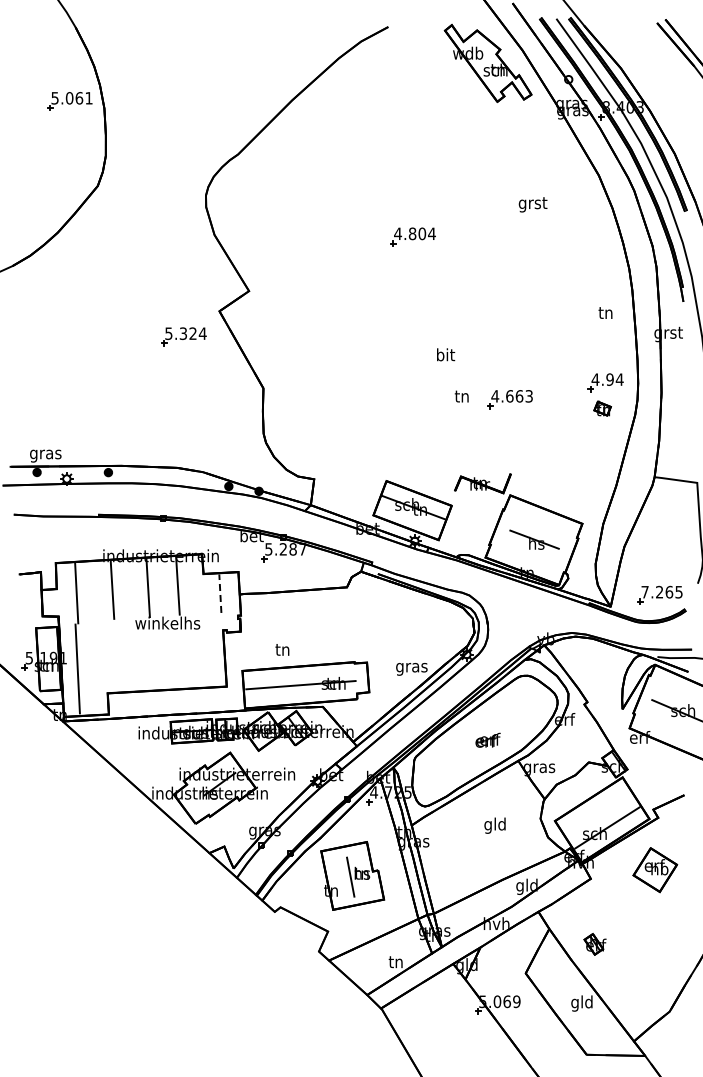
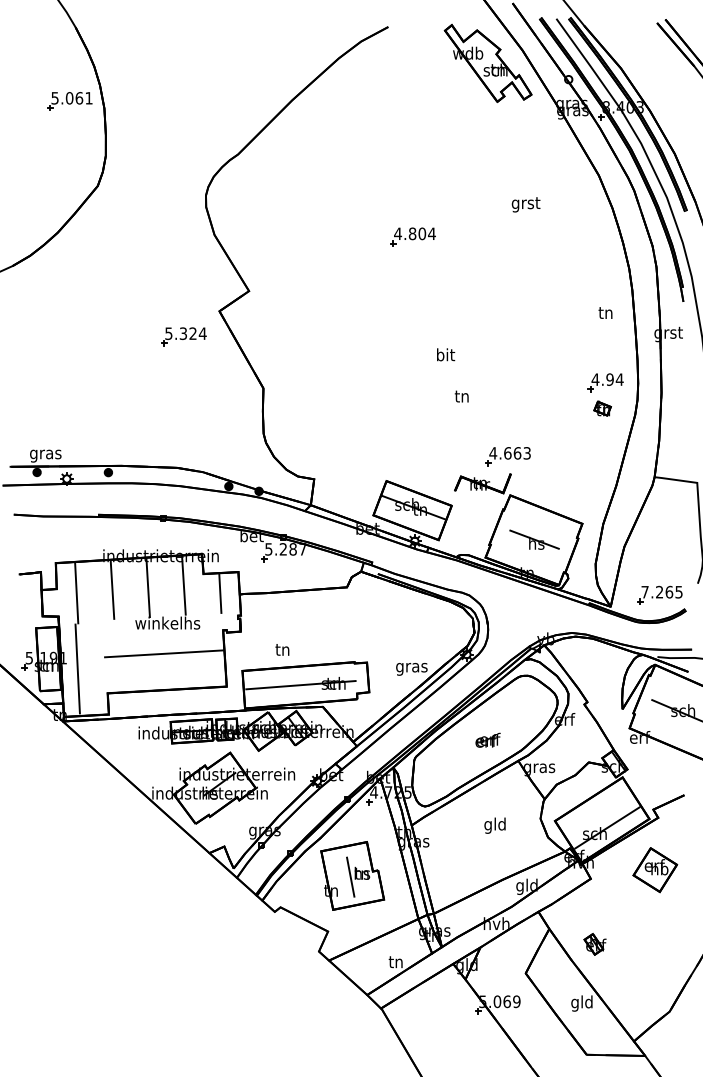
text at (532, 204) position: (532, 204) -> (525, 204)
part at (509, 399) position: (509, 399) -> (507, 456)
line at (177, 585) position: (177, 585) -> (183, 585)
line at (220, 593): dashed -> solid
line at (164, 653): none -> present
